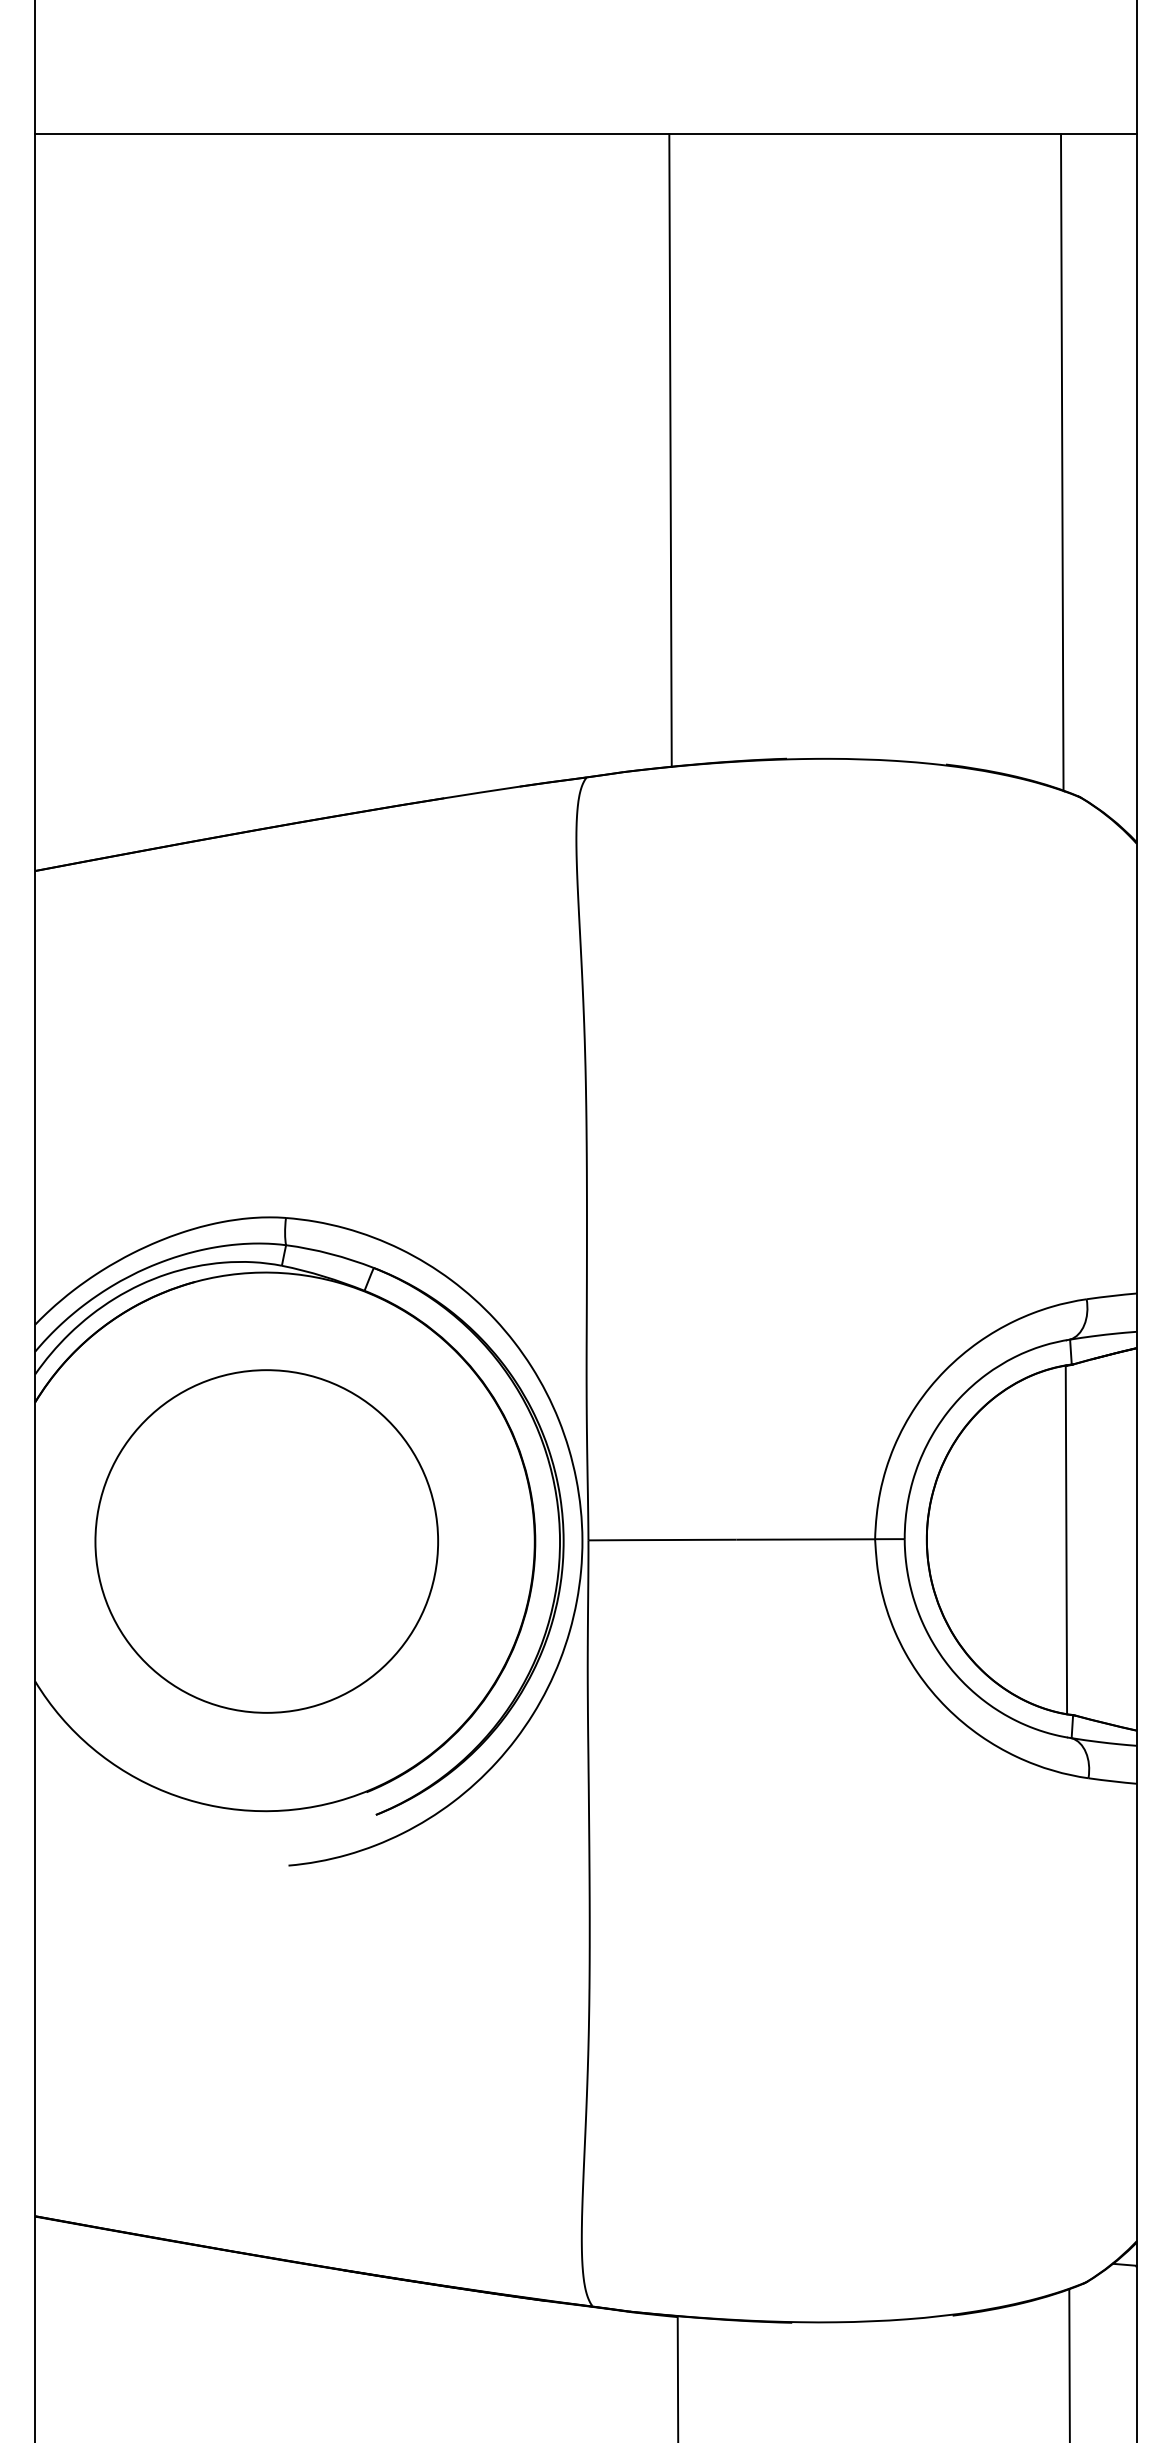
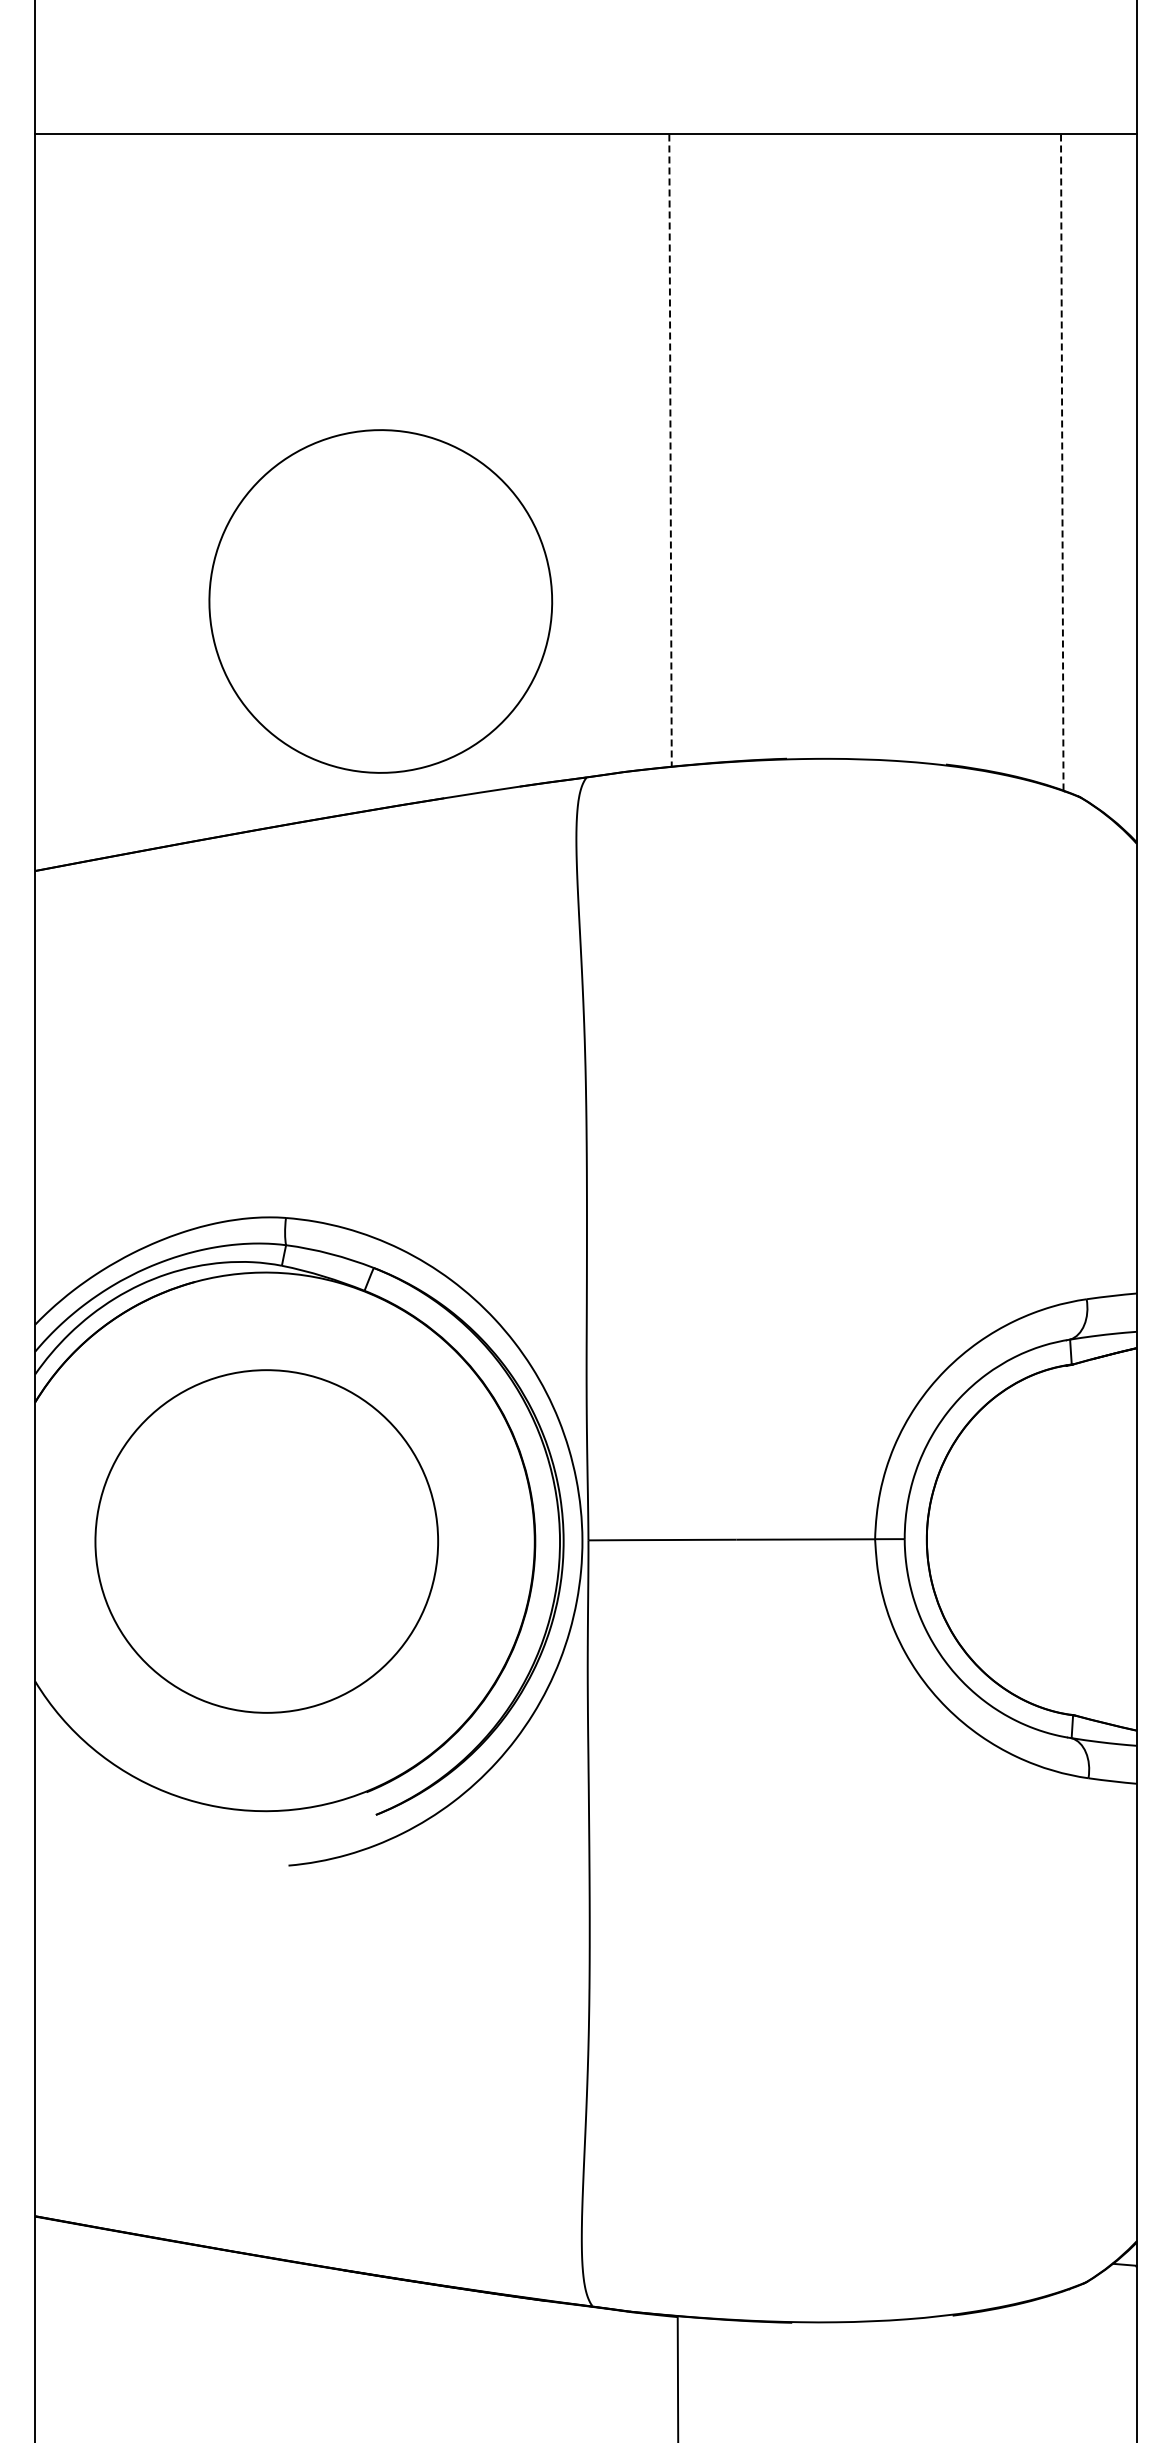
line at (670, 451): solid -> dashed
line at (1062, 463): solid -> dashed
part at (380, 601): none -> present
line at (1066, 1539): present -> none
line at (1069, 2364): present -> none
